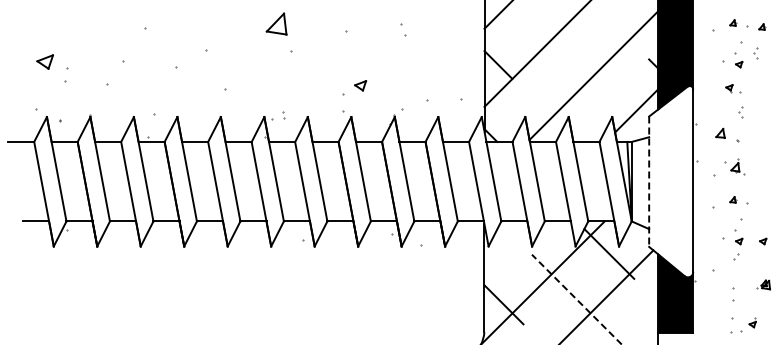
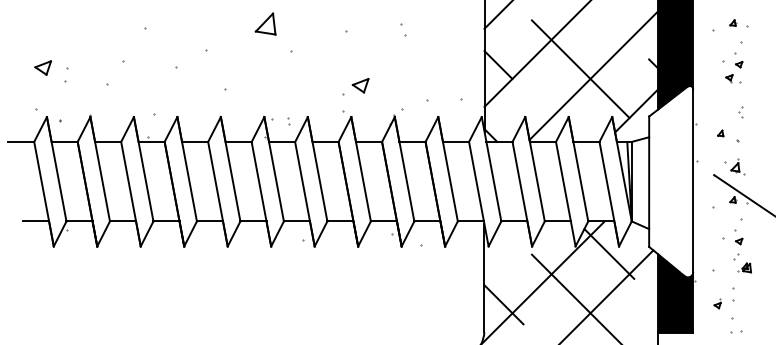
part at (276, 23) position: (276, 23) -> (265, 23)
part at (762, 26): present -> none
part at (755, 53): present -> none
part at (44, 61) position: (44, 61) -> (42, 67)
line at (580, 69): none -> present
part at (360, 85) size: 13x12 px -> 19x16 px
part at (733, 88) position: (733, 88) -> (733, 78)
part at (283, 115) position: (283, 115) -> (288, 121)
part at (720, 132) size: 11x12 px -> 8x9 px
line at (649, 182): dashed -> solid
line at (743, 194): none -> present
part at (763, 241): present -> none
part at (763, 284) position: (763, 284) -> (744, 267)
line at (576, 299): dashed -> solid
part at (752, 322) position: (752, 322) -> (717, 303)
